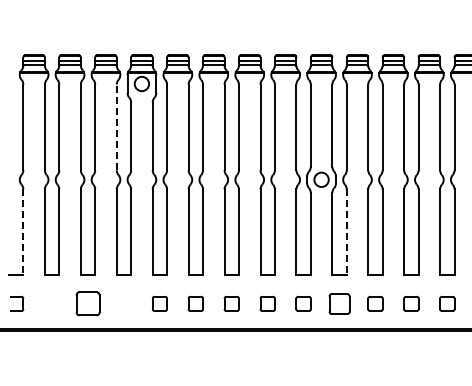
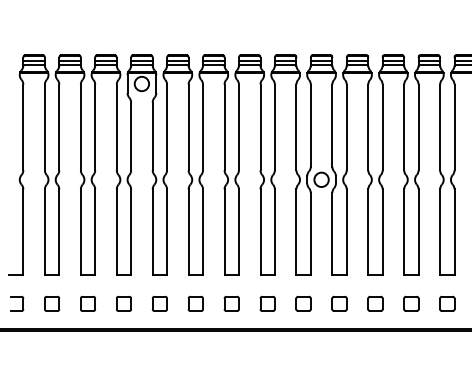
line at (116, 127): dashed -> solid
line at (23, 232): dashed -> solid
line at (346, 232): dashed -> solid
part at (52, 303): none -> present
part at (87, 303) size: 26x26 px -> 16x16 px
part at (123, 303): none -> present
part at (339, 303) size: 23x22 px -> 17x17 px
